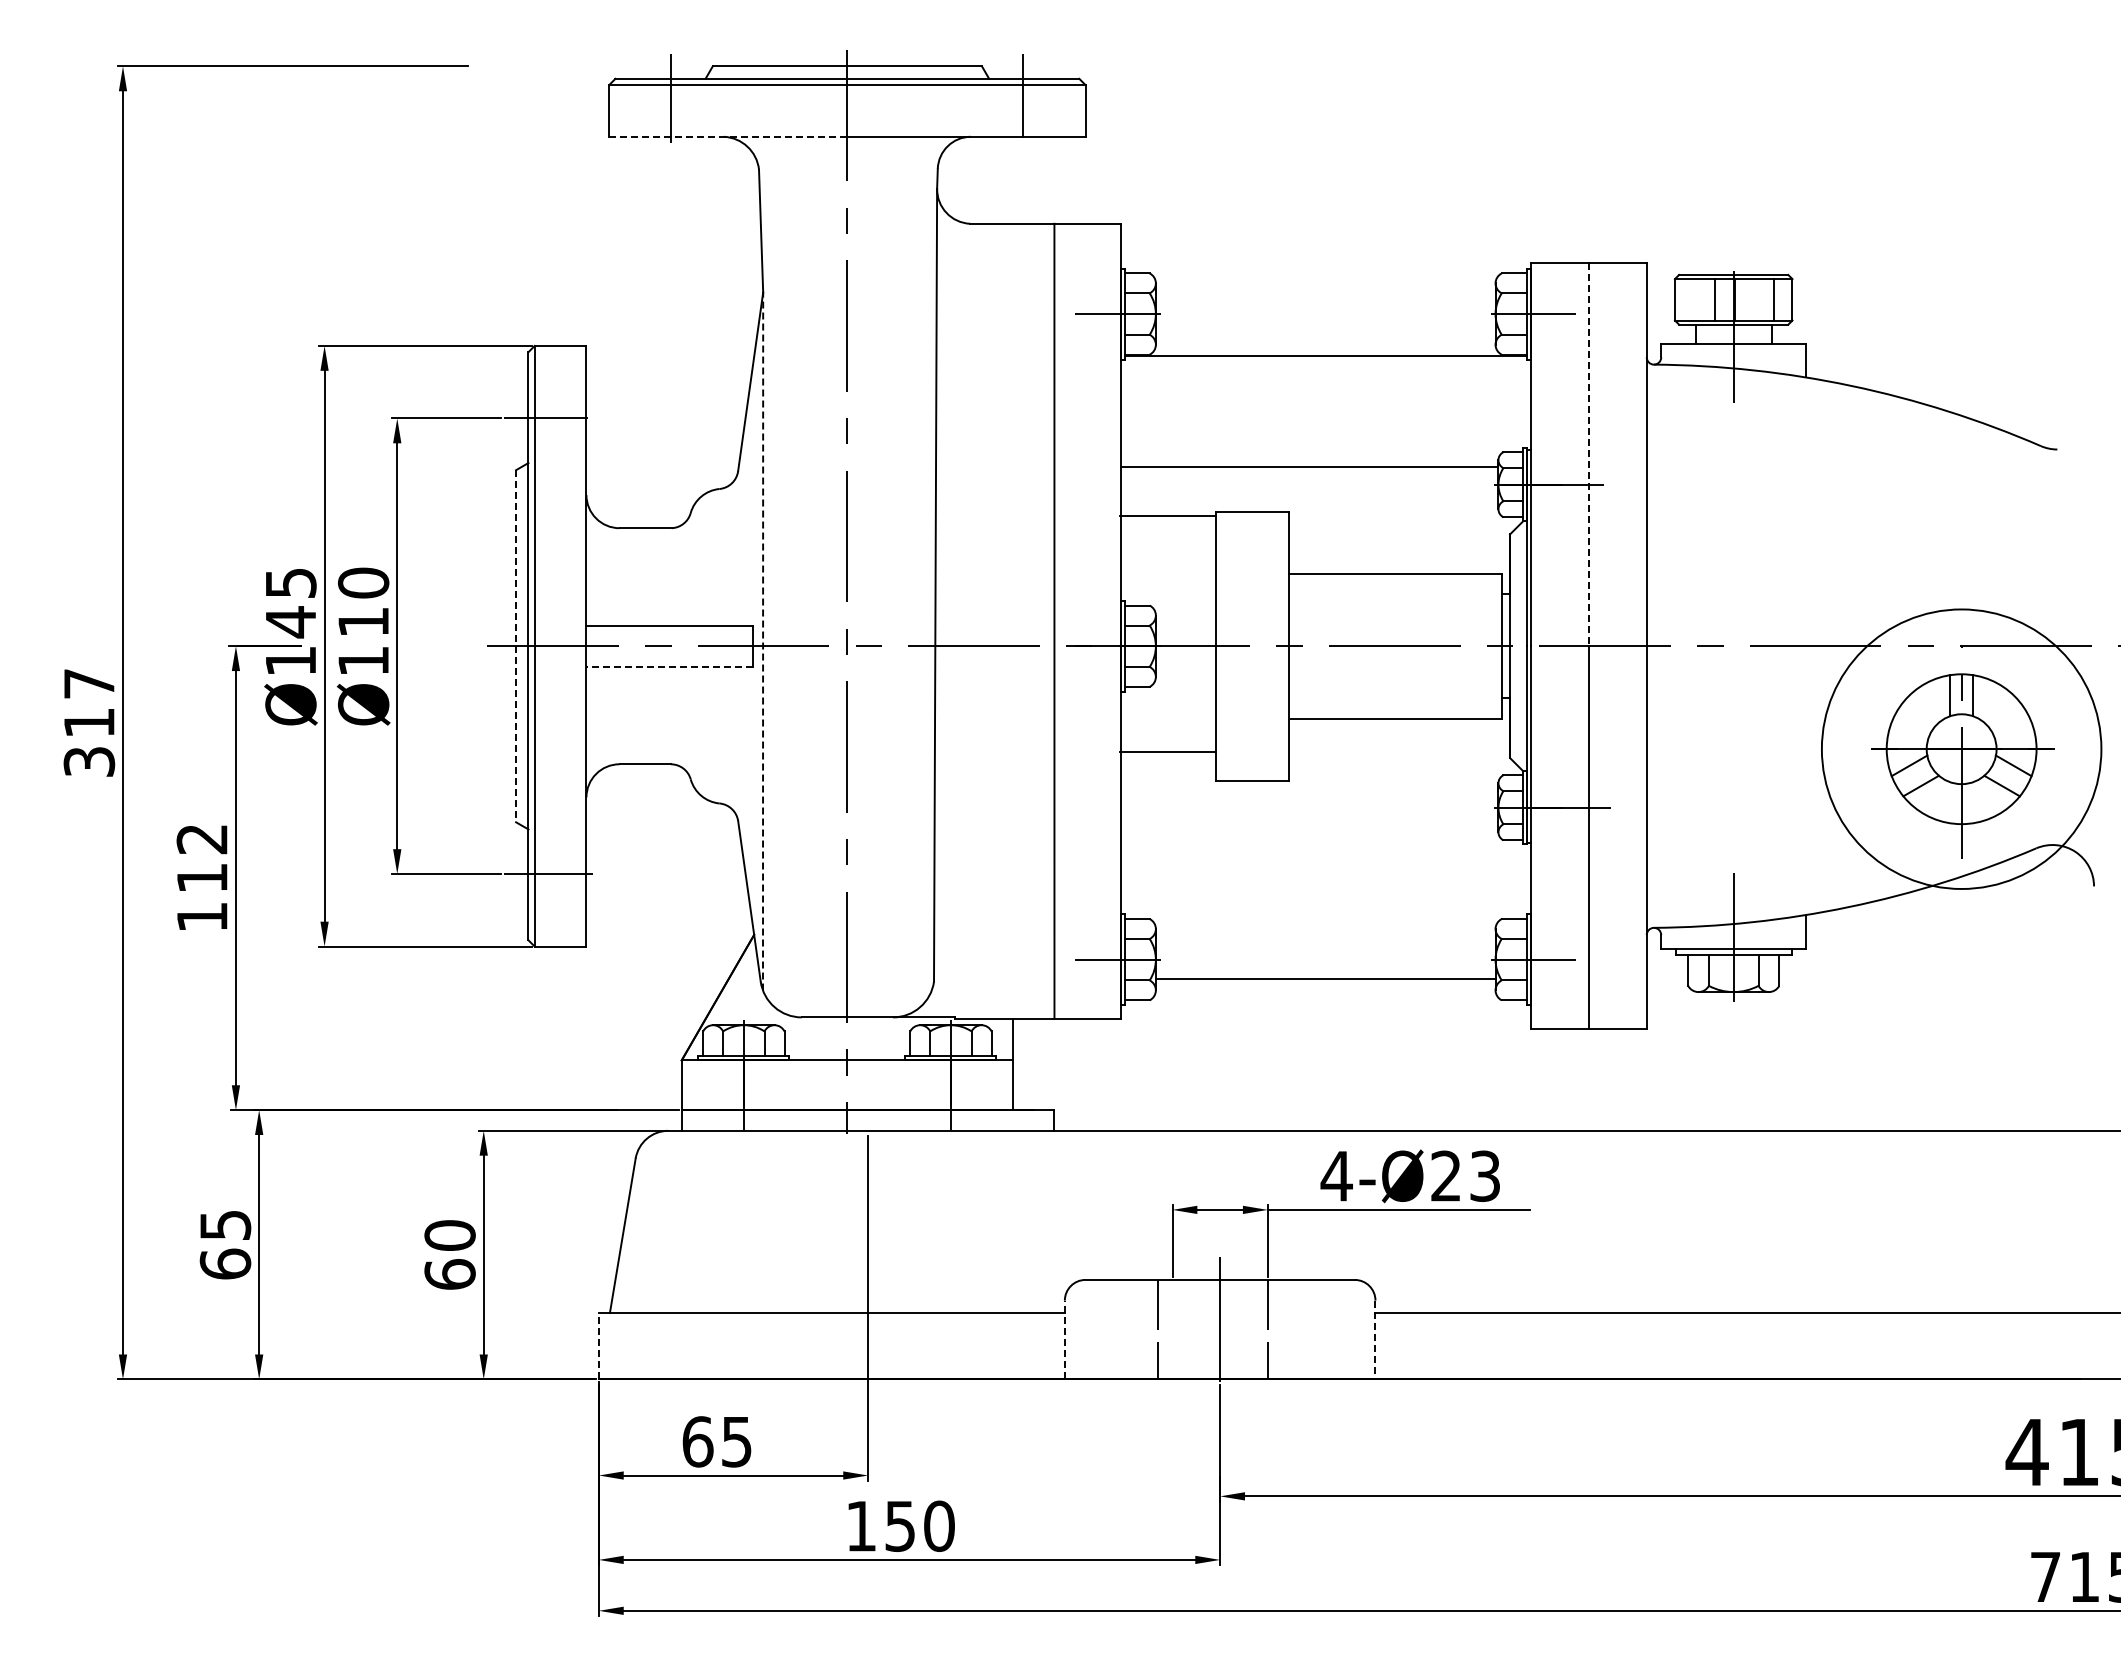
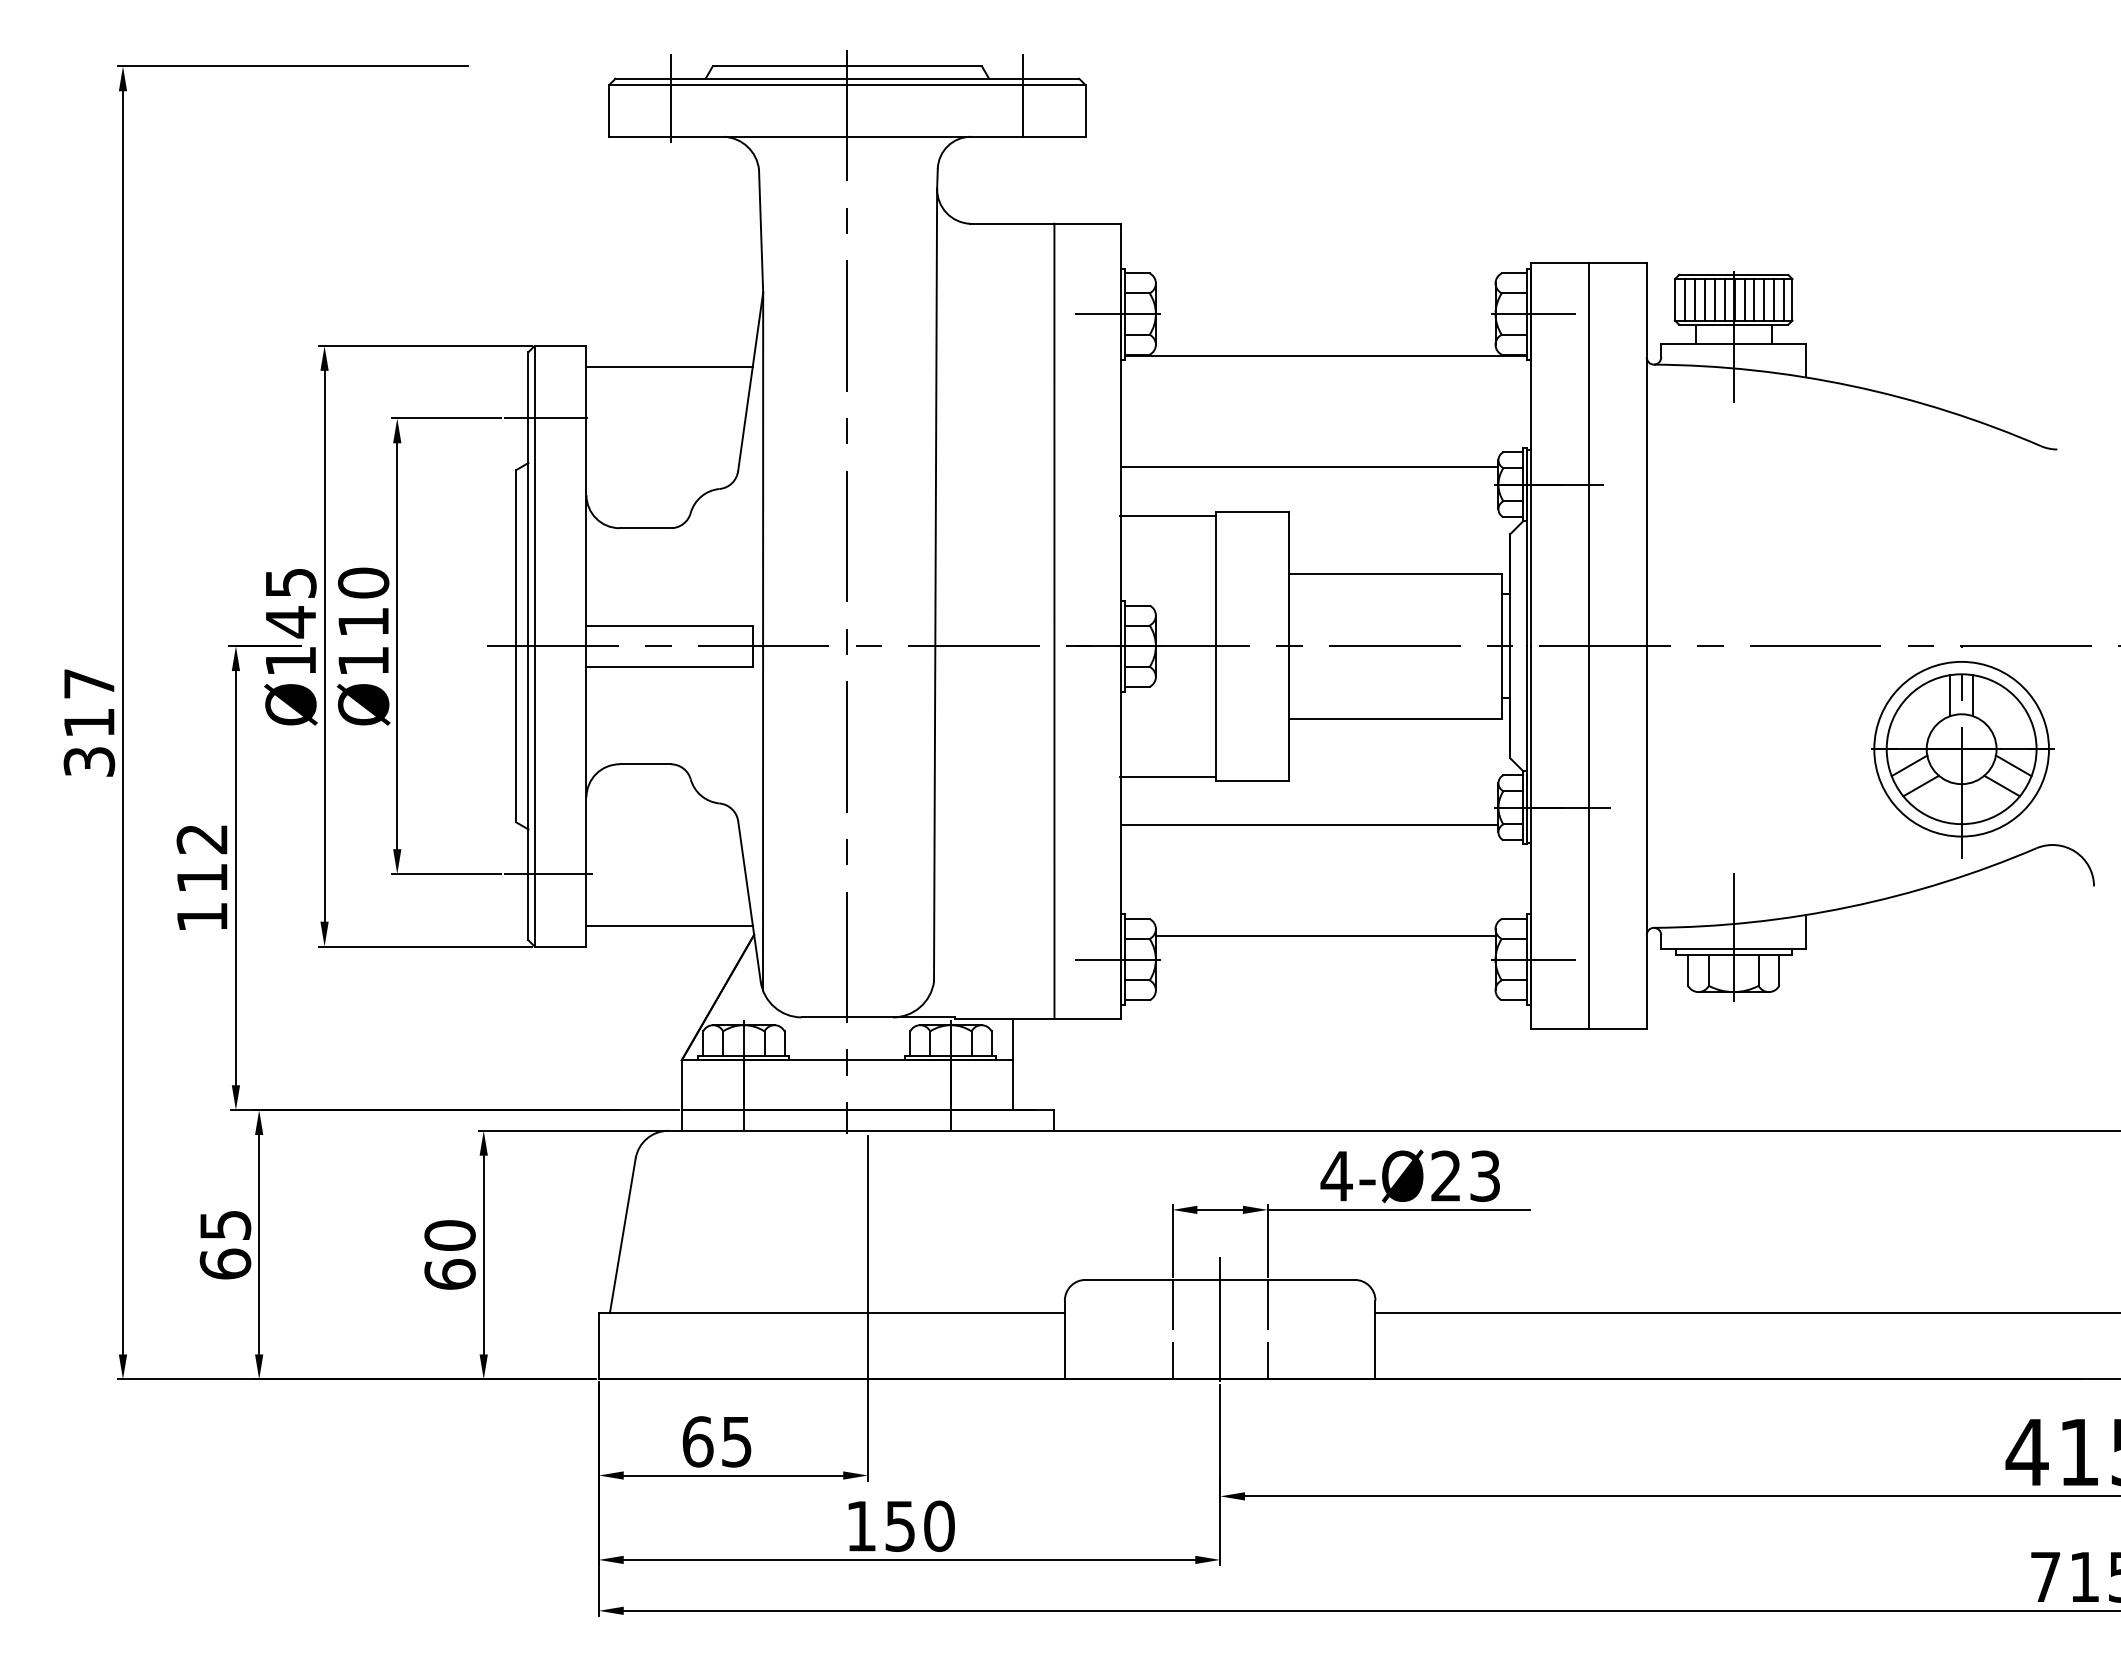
line at (728, 136): dashed -> solid
line at (1684, 299): none -> present
line at (1694, 299): none -> present
line at (1704, 299): none -> present
line at (1724, 299): none -> present
line at (1744, 299): none -> present
line at (1754, 299): none -> present
line at (1764, 299): none -> present
line at (1784, 299): none -> present
line at (669, 366): none -> present
line at (1588, 454): dashed -> solid
line at (763, 641): dashed -> solid
line at (516, 646): dashed -> solid
line at (669, 666): dashed -> solid
circle at (1961, 748) diameter: 280 px -> 175 px
line at (1167, 751) position: (1167, 751) -> (1167, 776)
line at (1309, 825): none -> present
line at (669, 925): none -> present
line at (1325, 979) position: (1325, 979) -> (1325, 936)
line at (1157, 1329) position: (1157, 1329) -> (1172, 1329)
line at (1064, 1339): dashed -> solid
line at (1375, 1340): dashed -> solid
line at (598, 1345): dashed -> solid
